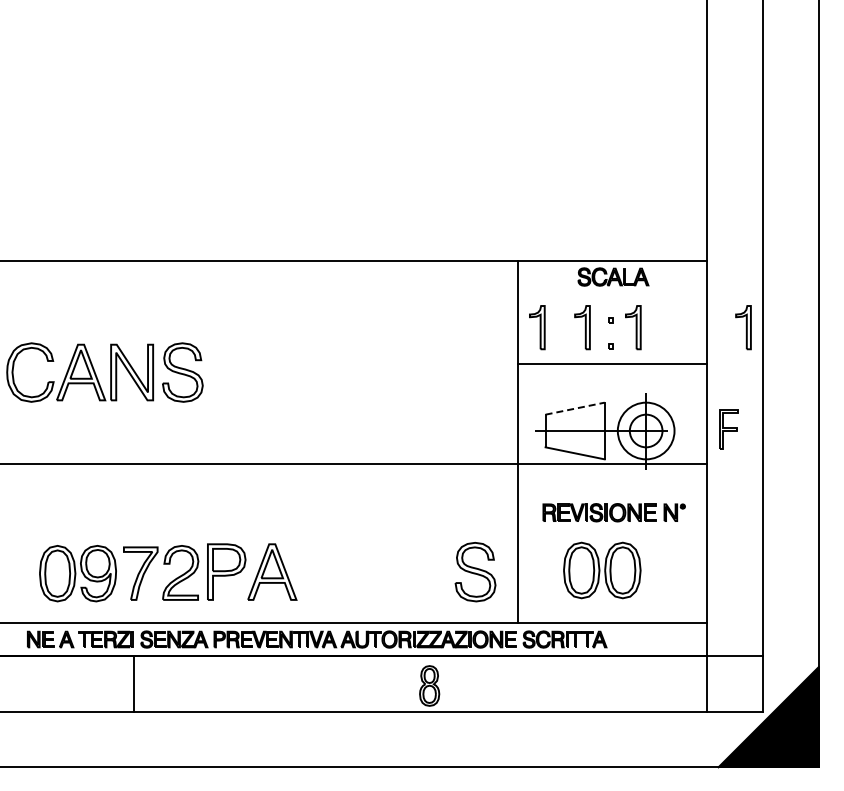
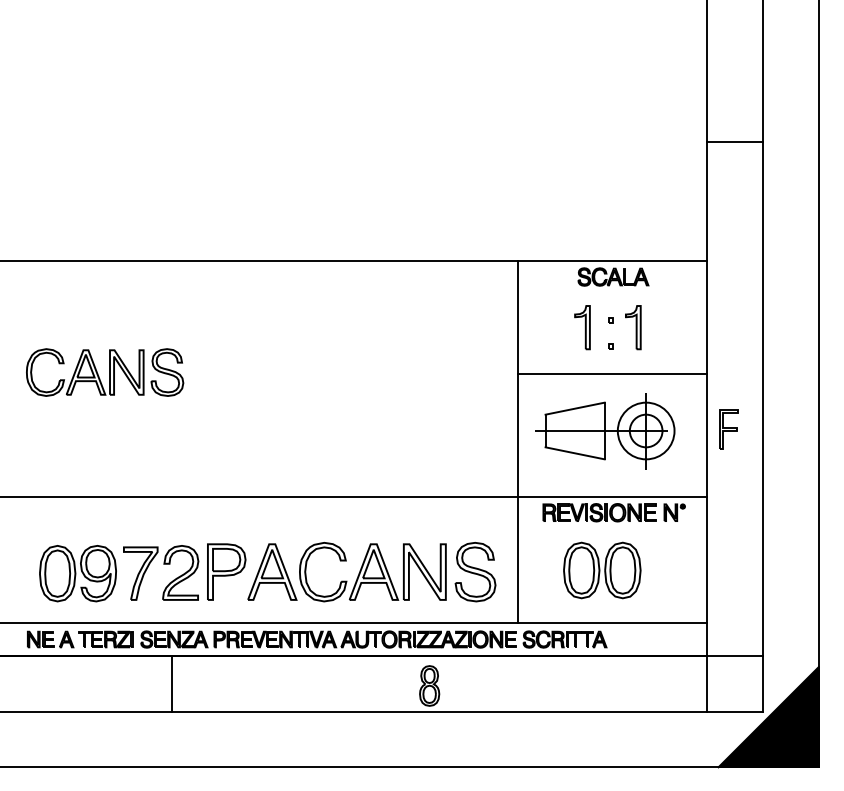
line at (735, 142): none -> present
part at (537, 327): present -> none
part at (743, 327): present -> none
line at (612, 363) position: (612, 363) -> (612, 373)
part at (104, 372) size: 198x61 px -> 159x49 px
line at (575, 408): dashed -> solid
line at (354, 463) position: (354, 463) -> (354, 496)
part at (372, 572): none -> present
line at (133, 683) position: (133, 683) -> (171, 683)
